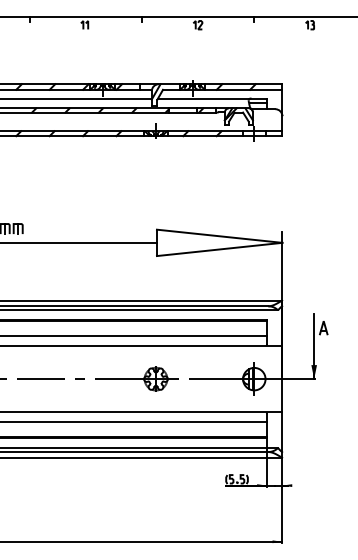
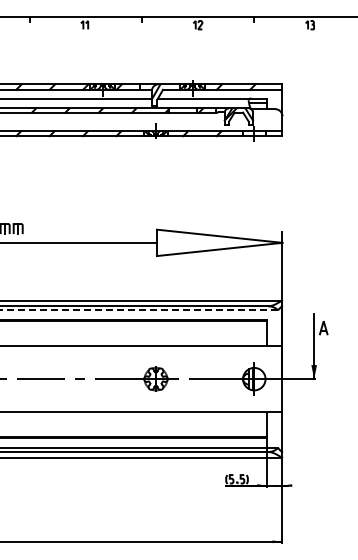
line at (139, 310): solid -> dashed
line at (134, 336): present -> none
line at (134, 422): present -> none
